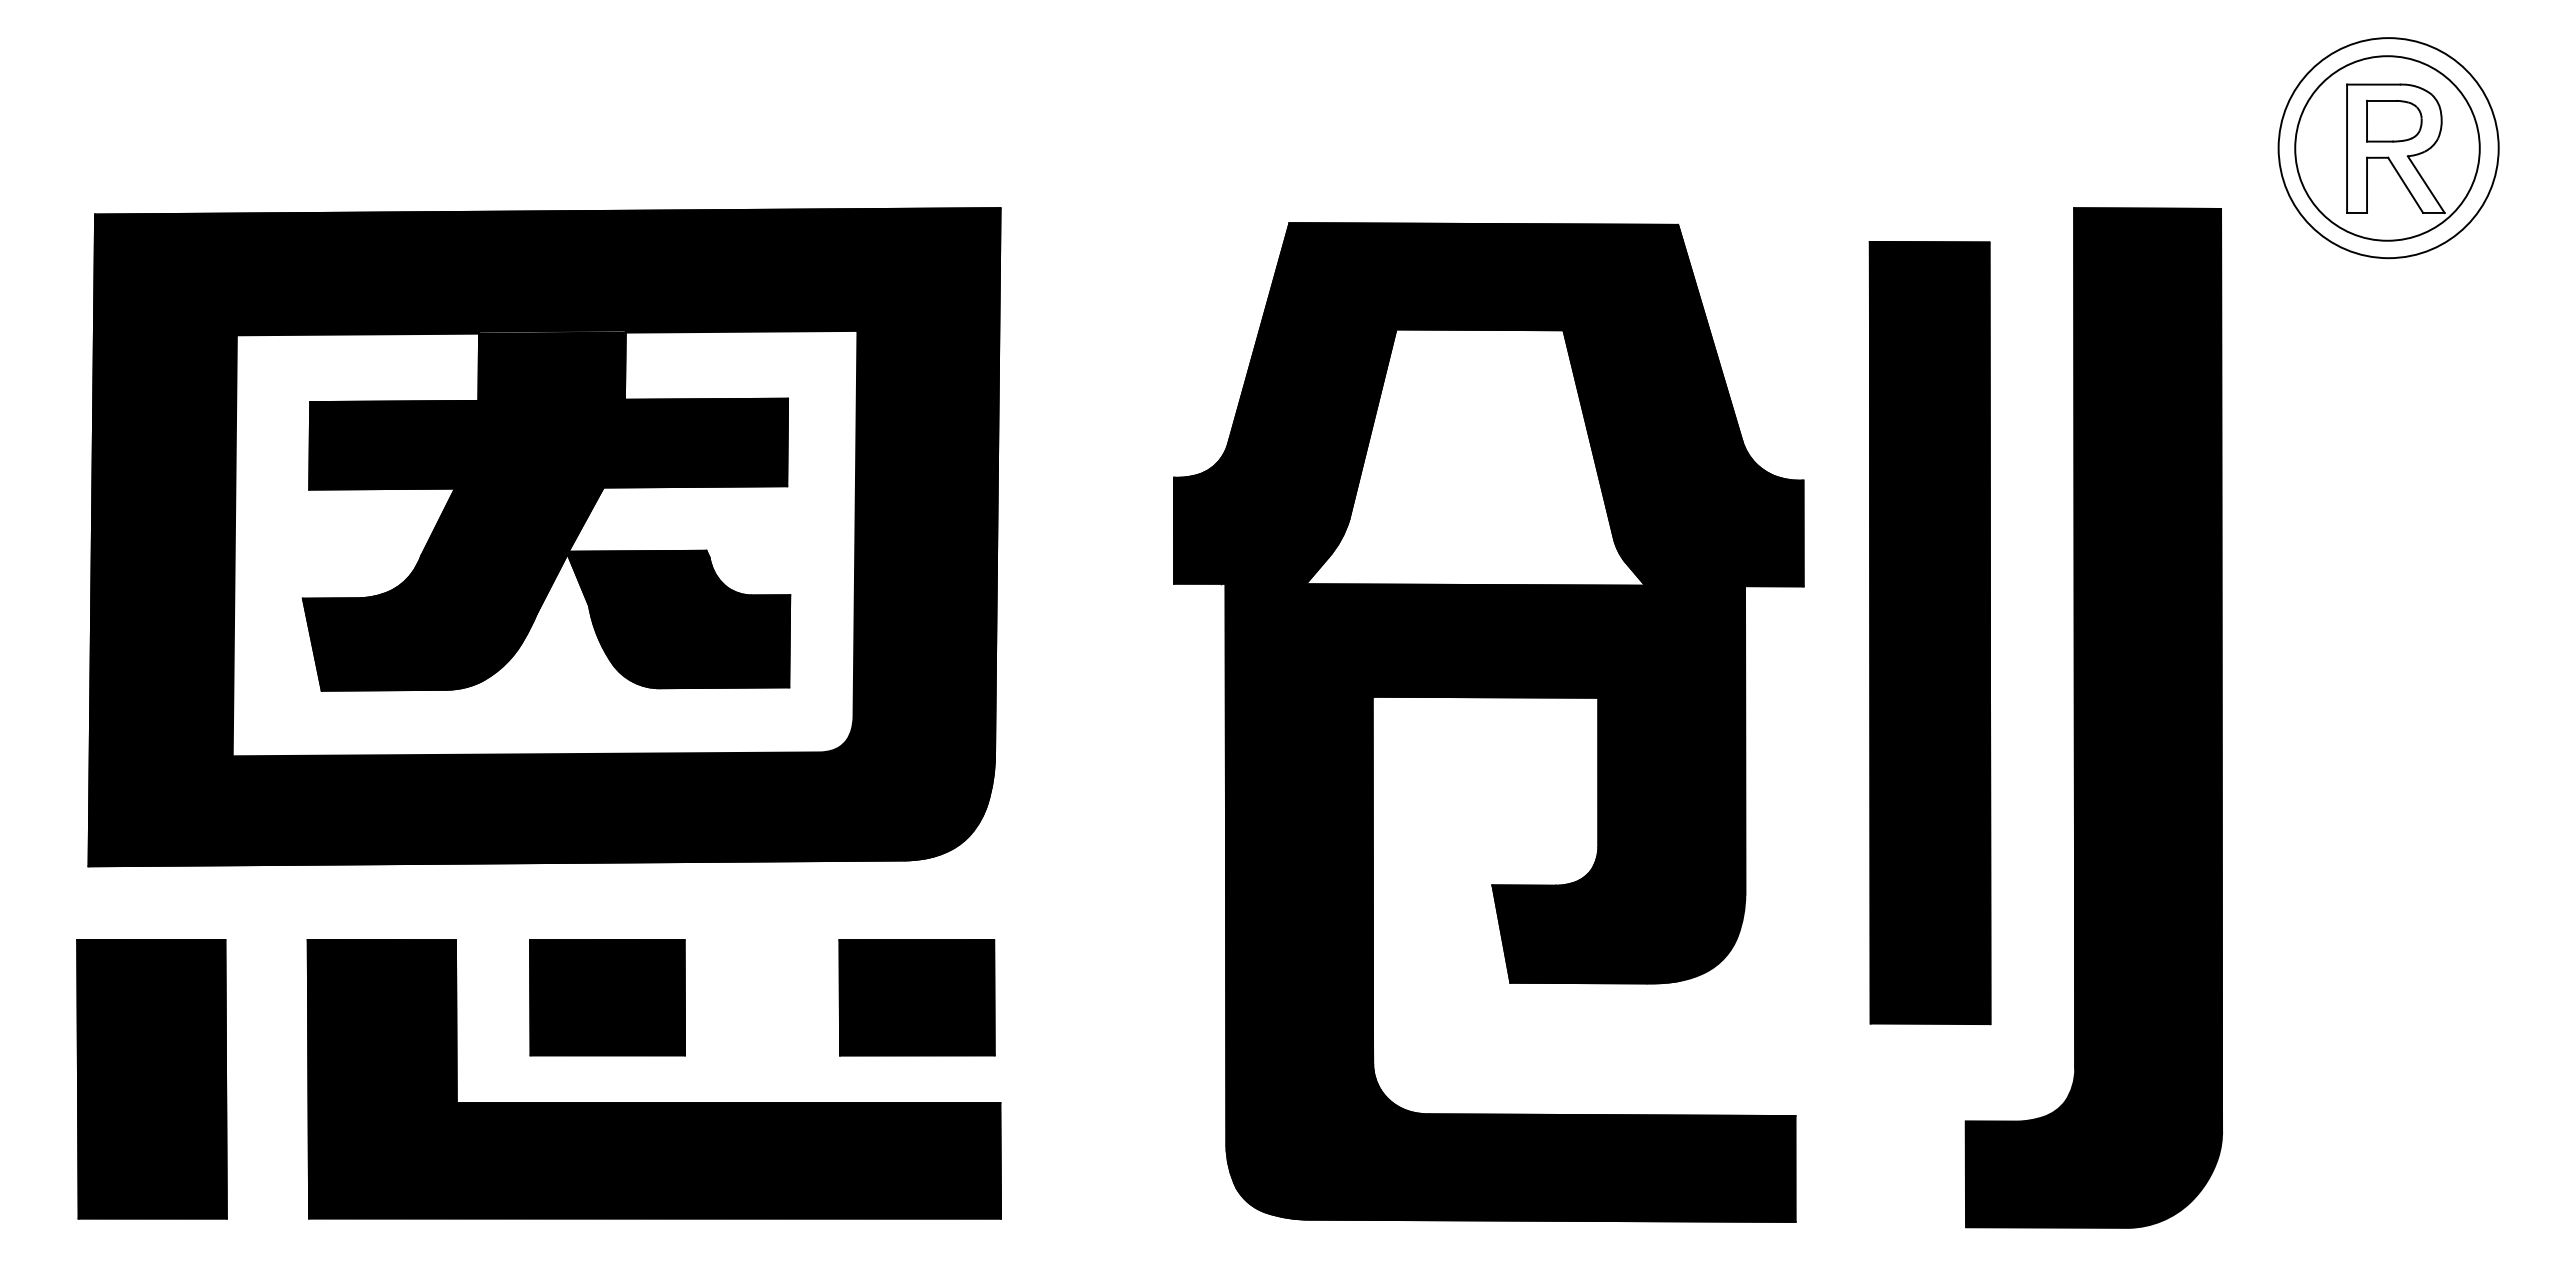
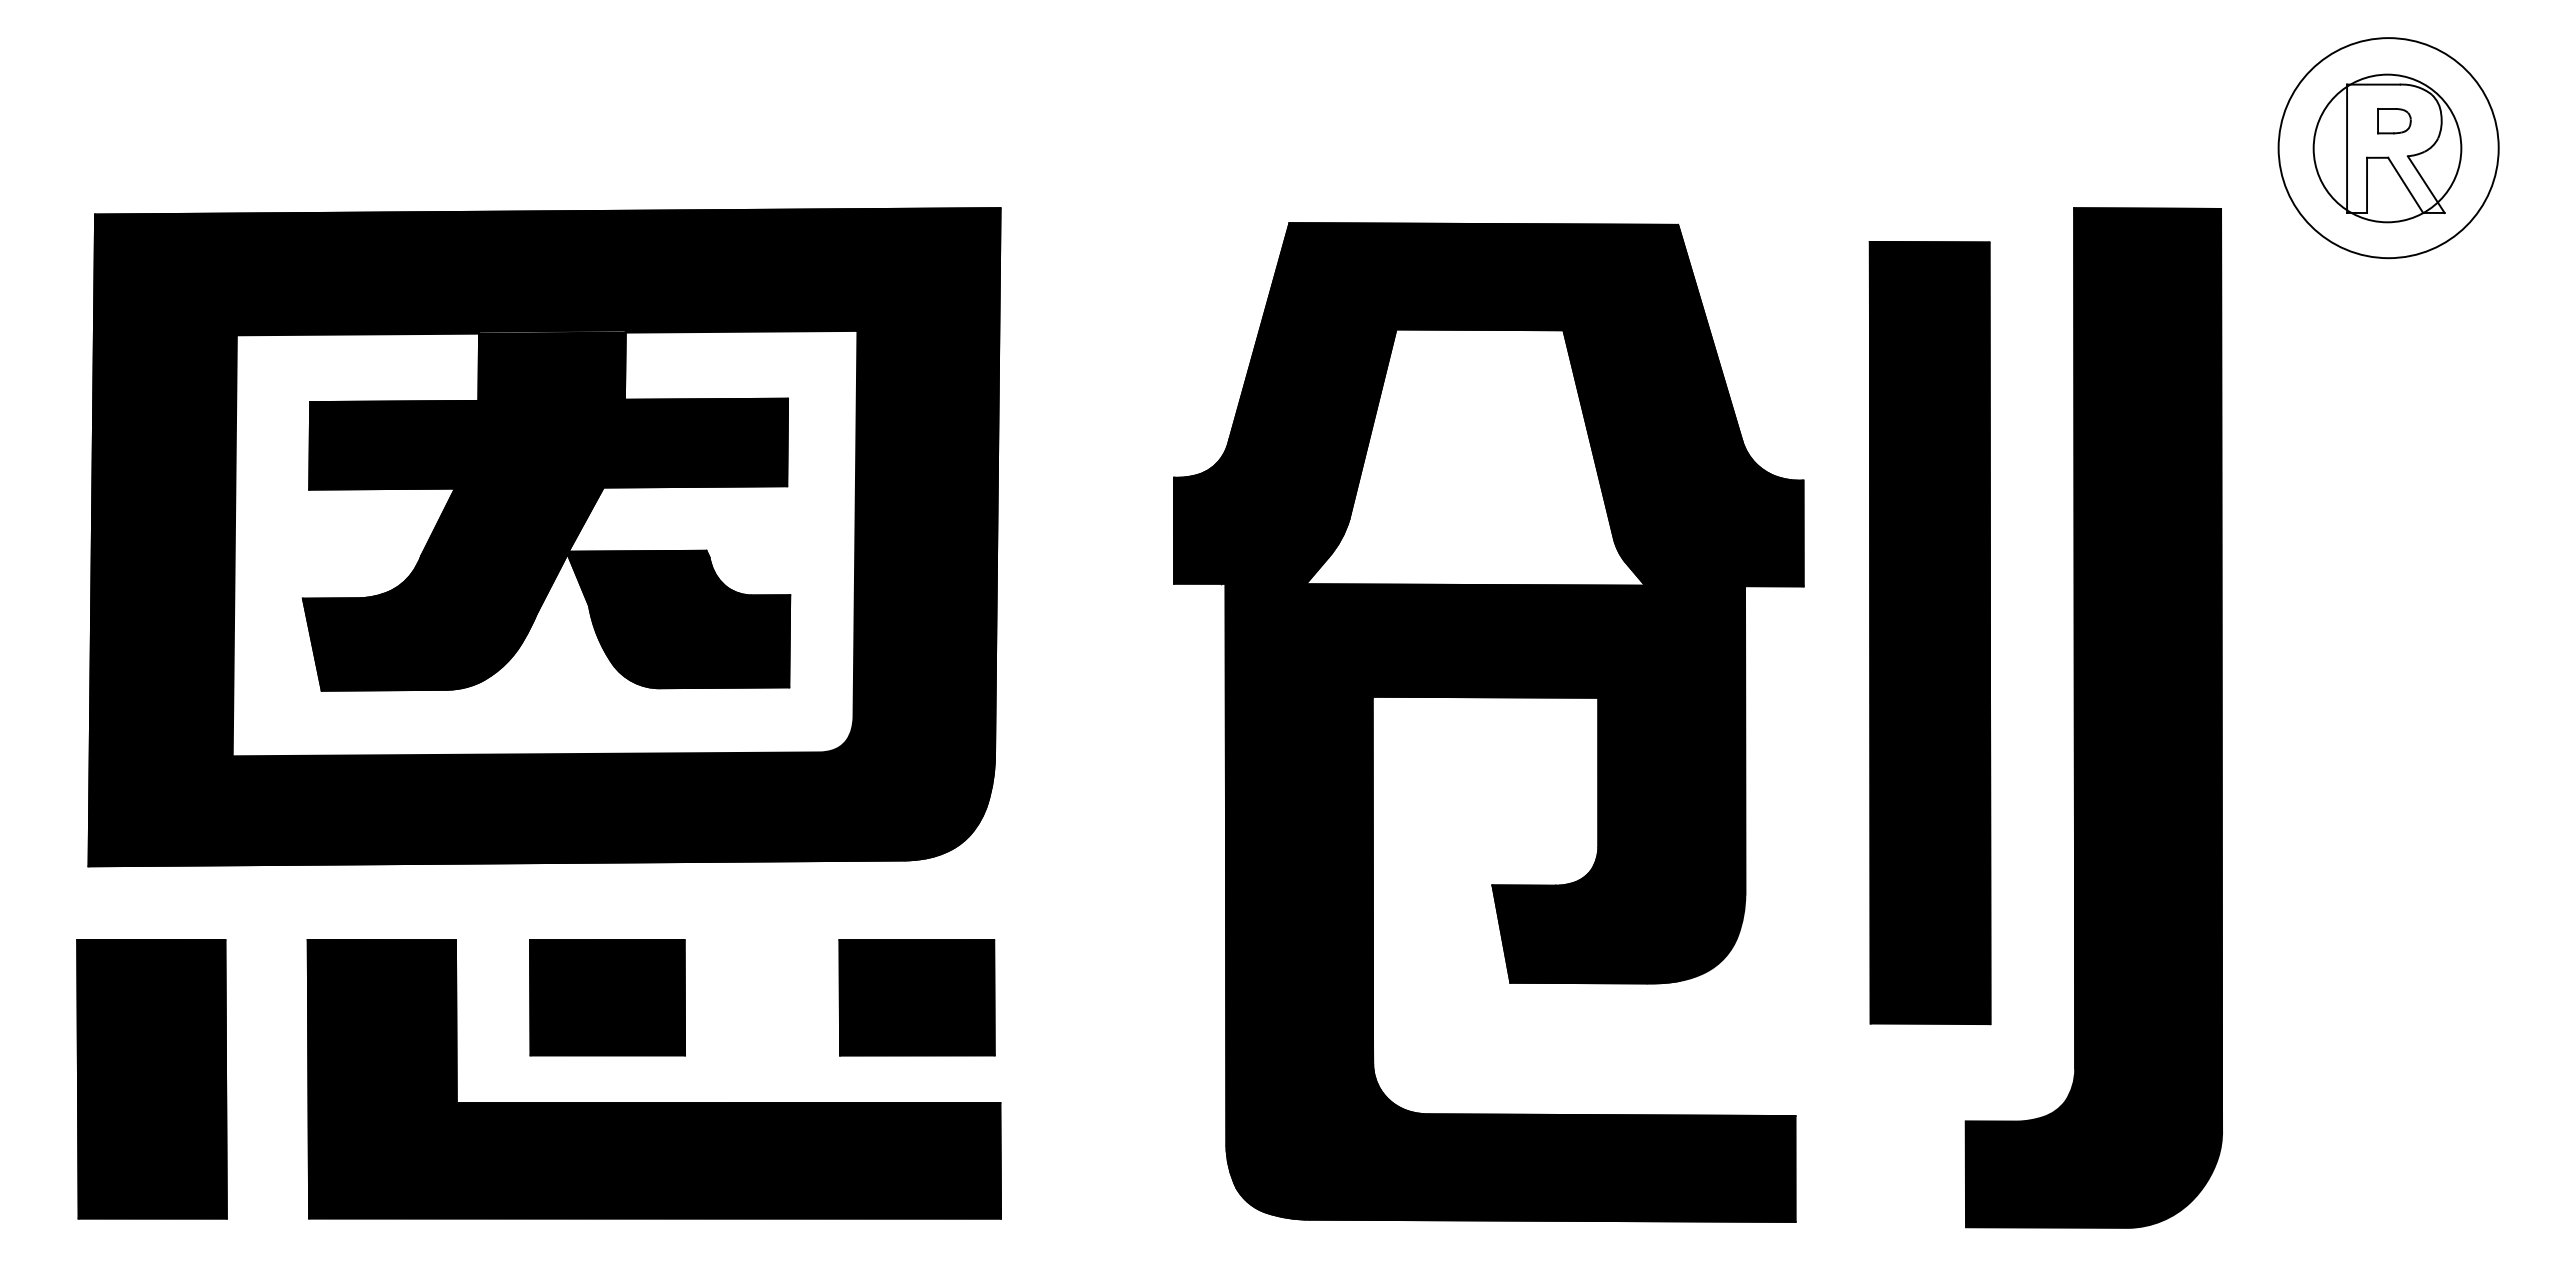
part at (2394, 120) size: 57x44 px -> 35x27 px
circle at (2387, 148) diameter: 185 px -> 148 px
